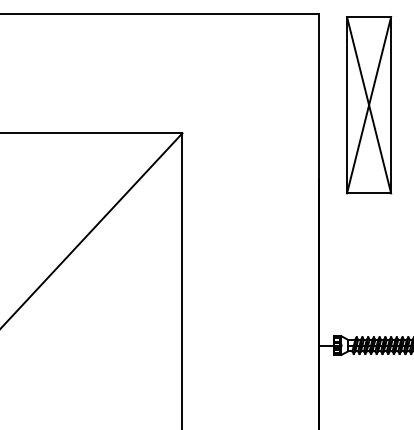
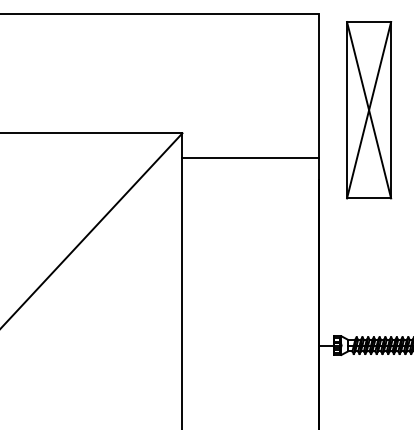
part at (369, 105) position: (369, 105) -> (369, 110)
line at (250, 157): none -> present
